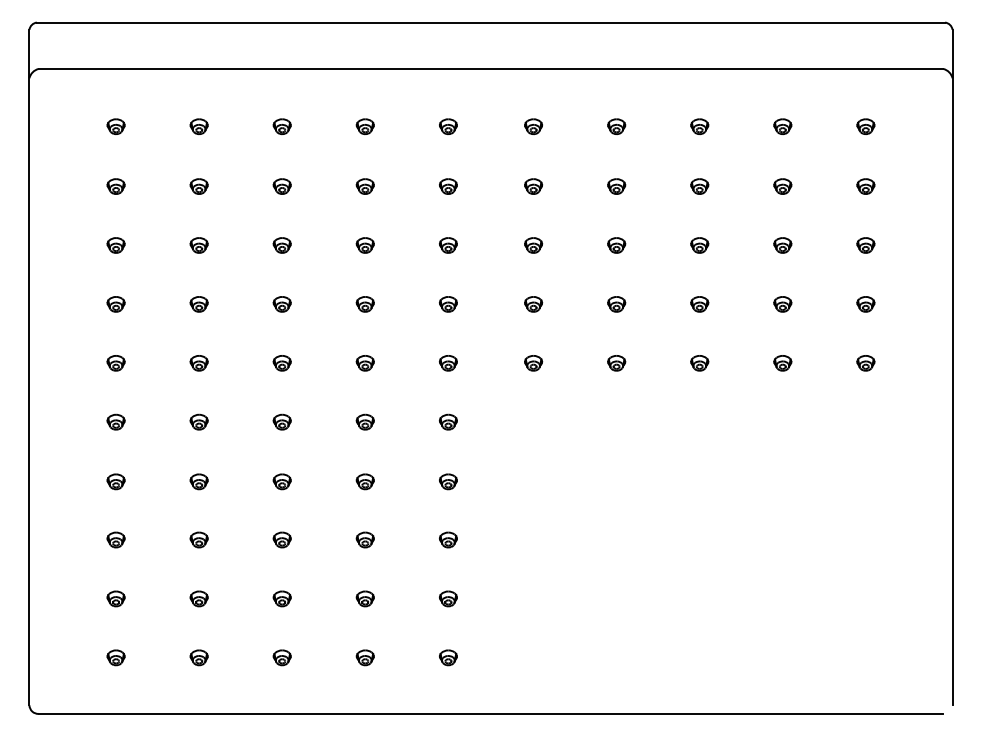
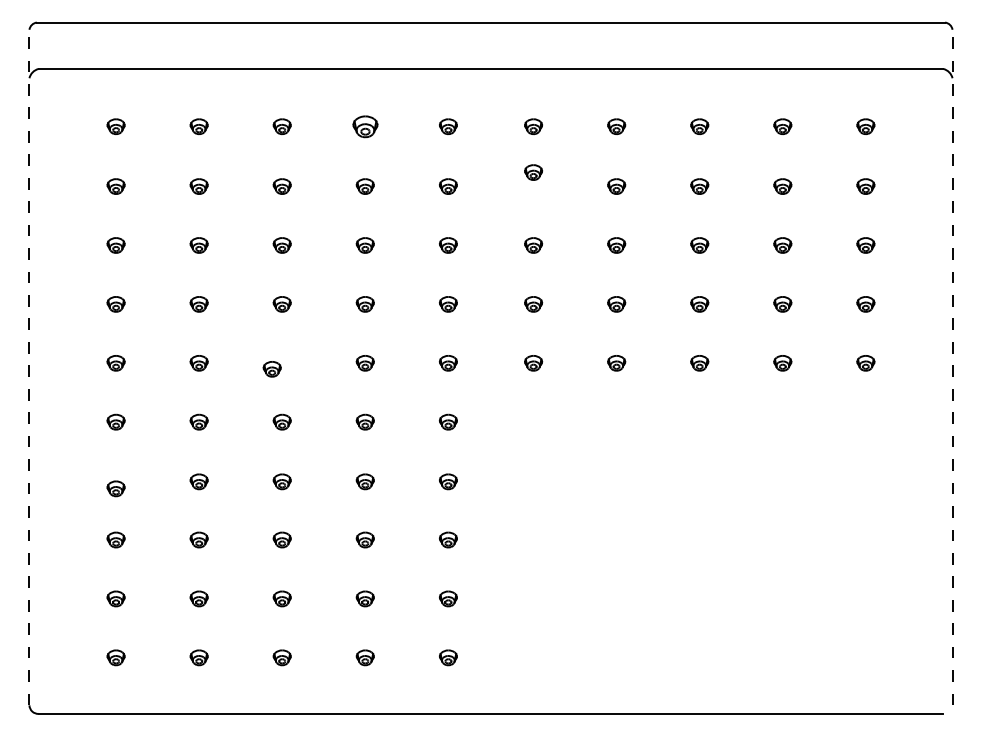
part at (364, 126) size: 20x17 px -> 27x24 px
part at (533, 186) position: (533, 186) -> (533, 172)
part at (281, 363) position: (281, 363) -> (271, 369)
line at (29, 367): solid -> dashed
line at (952, 367): solid -> dashed
part at (115, 481) position: (115, 481) -> (115, 488)
